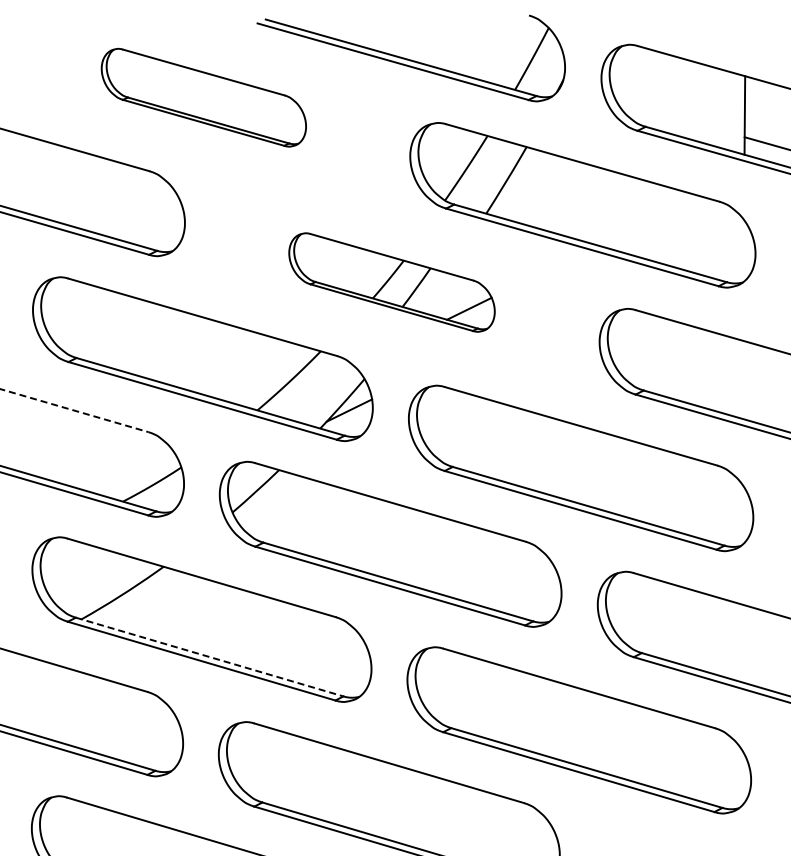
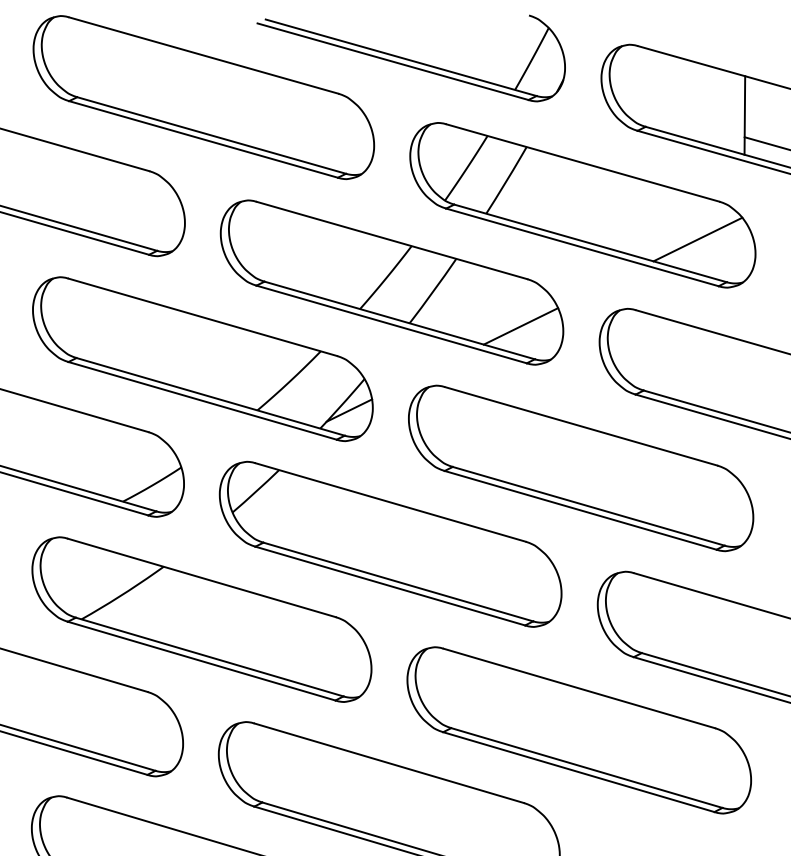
part at (203, 97) size: 207x101 px -> 344x166 px
line at (697, 239): none -> present
part at (391, 282) size: 208x101 px -> 346x167 px
line at (74, 410): dashed -> solid
line at (210, 657): dashed -> solid
